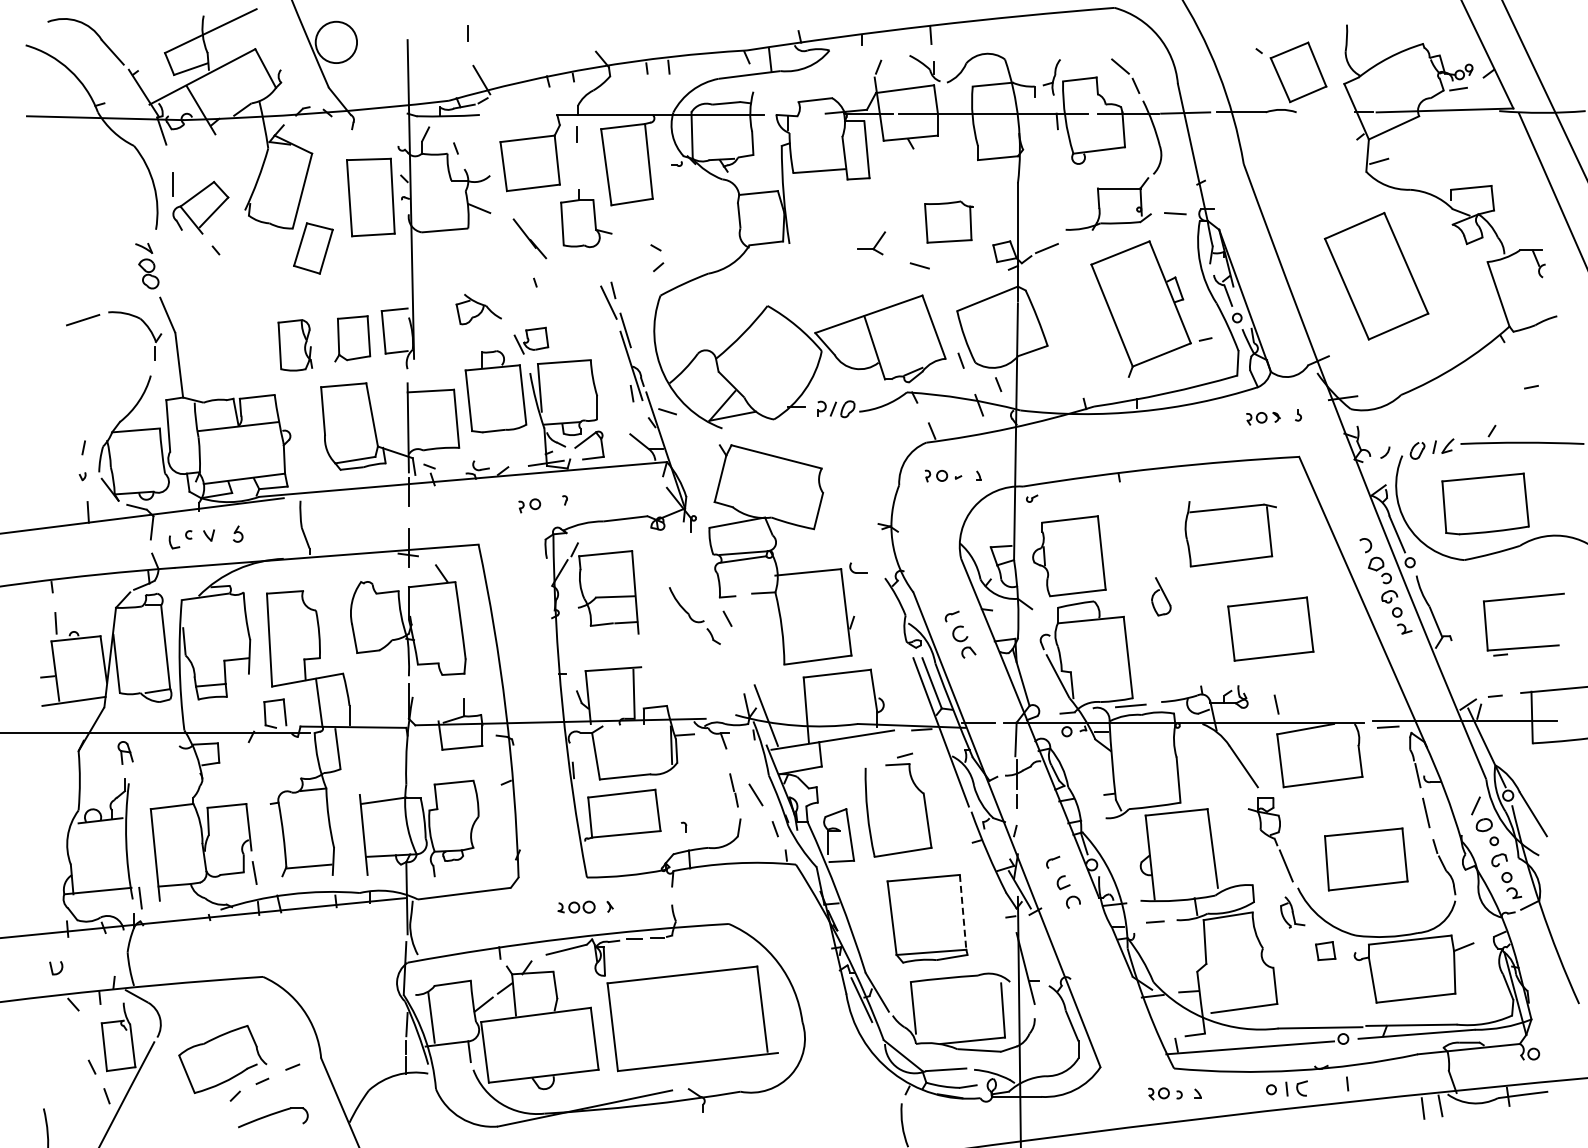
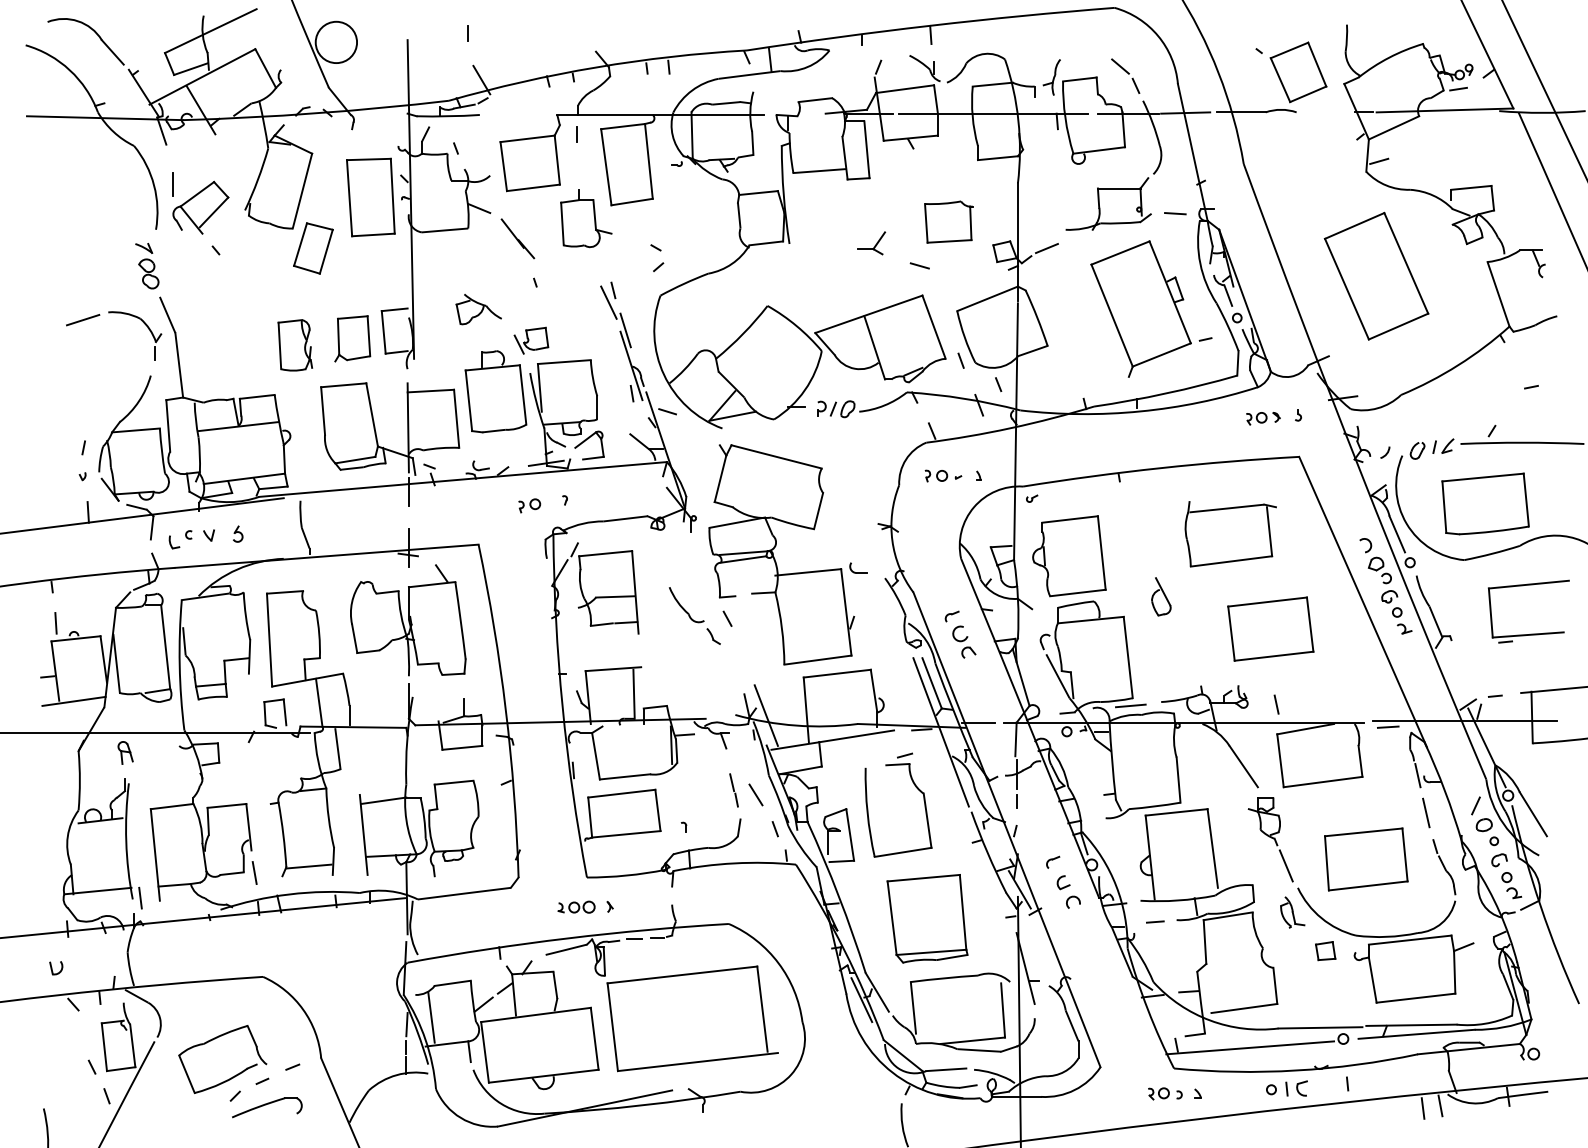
part at (529, 238) position: (529, 238) -> (517, 238)
part at (1525, 646) position: (1525, 646) -> (1530, 633)
line at (963, 912): dashed -> solid
part at (273, 1117) position: (273, 1117) -> (267, 1107)
